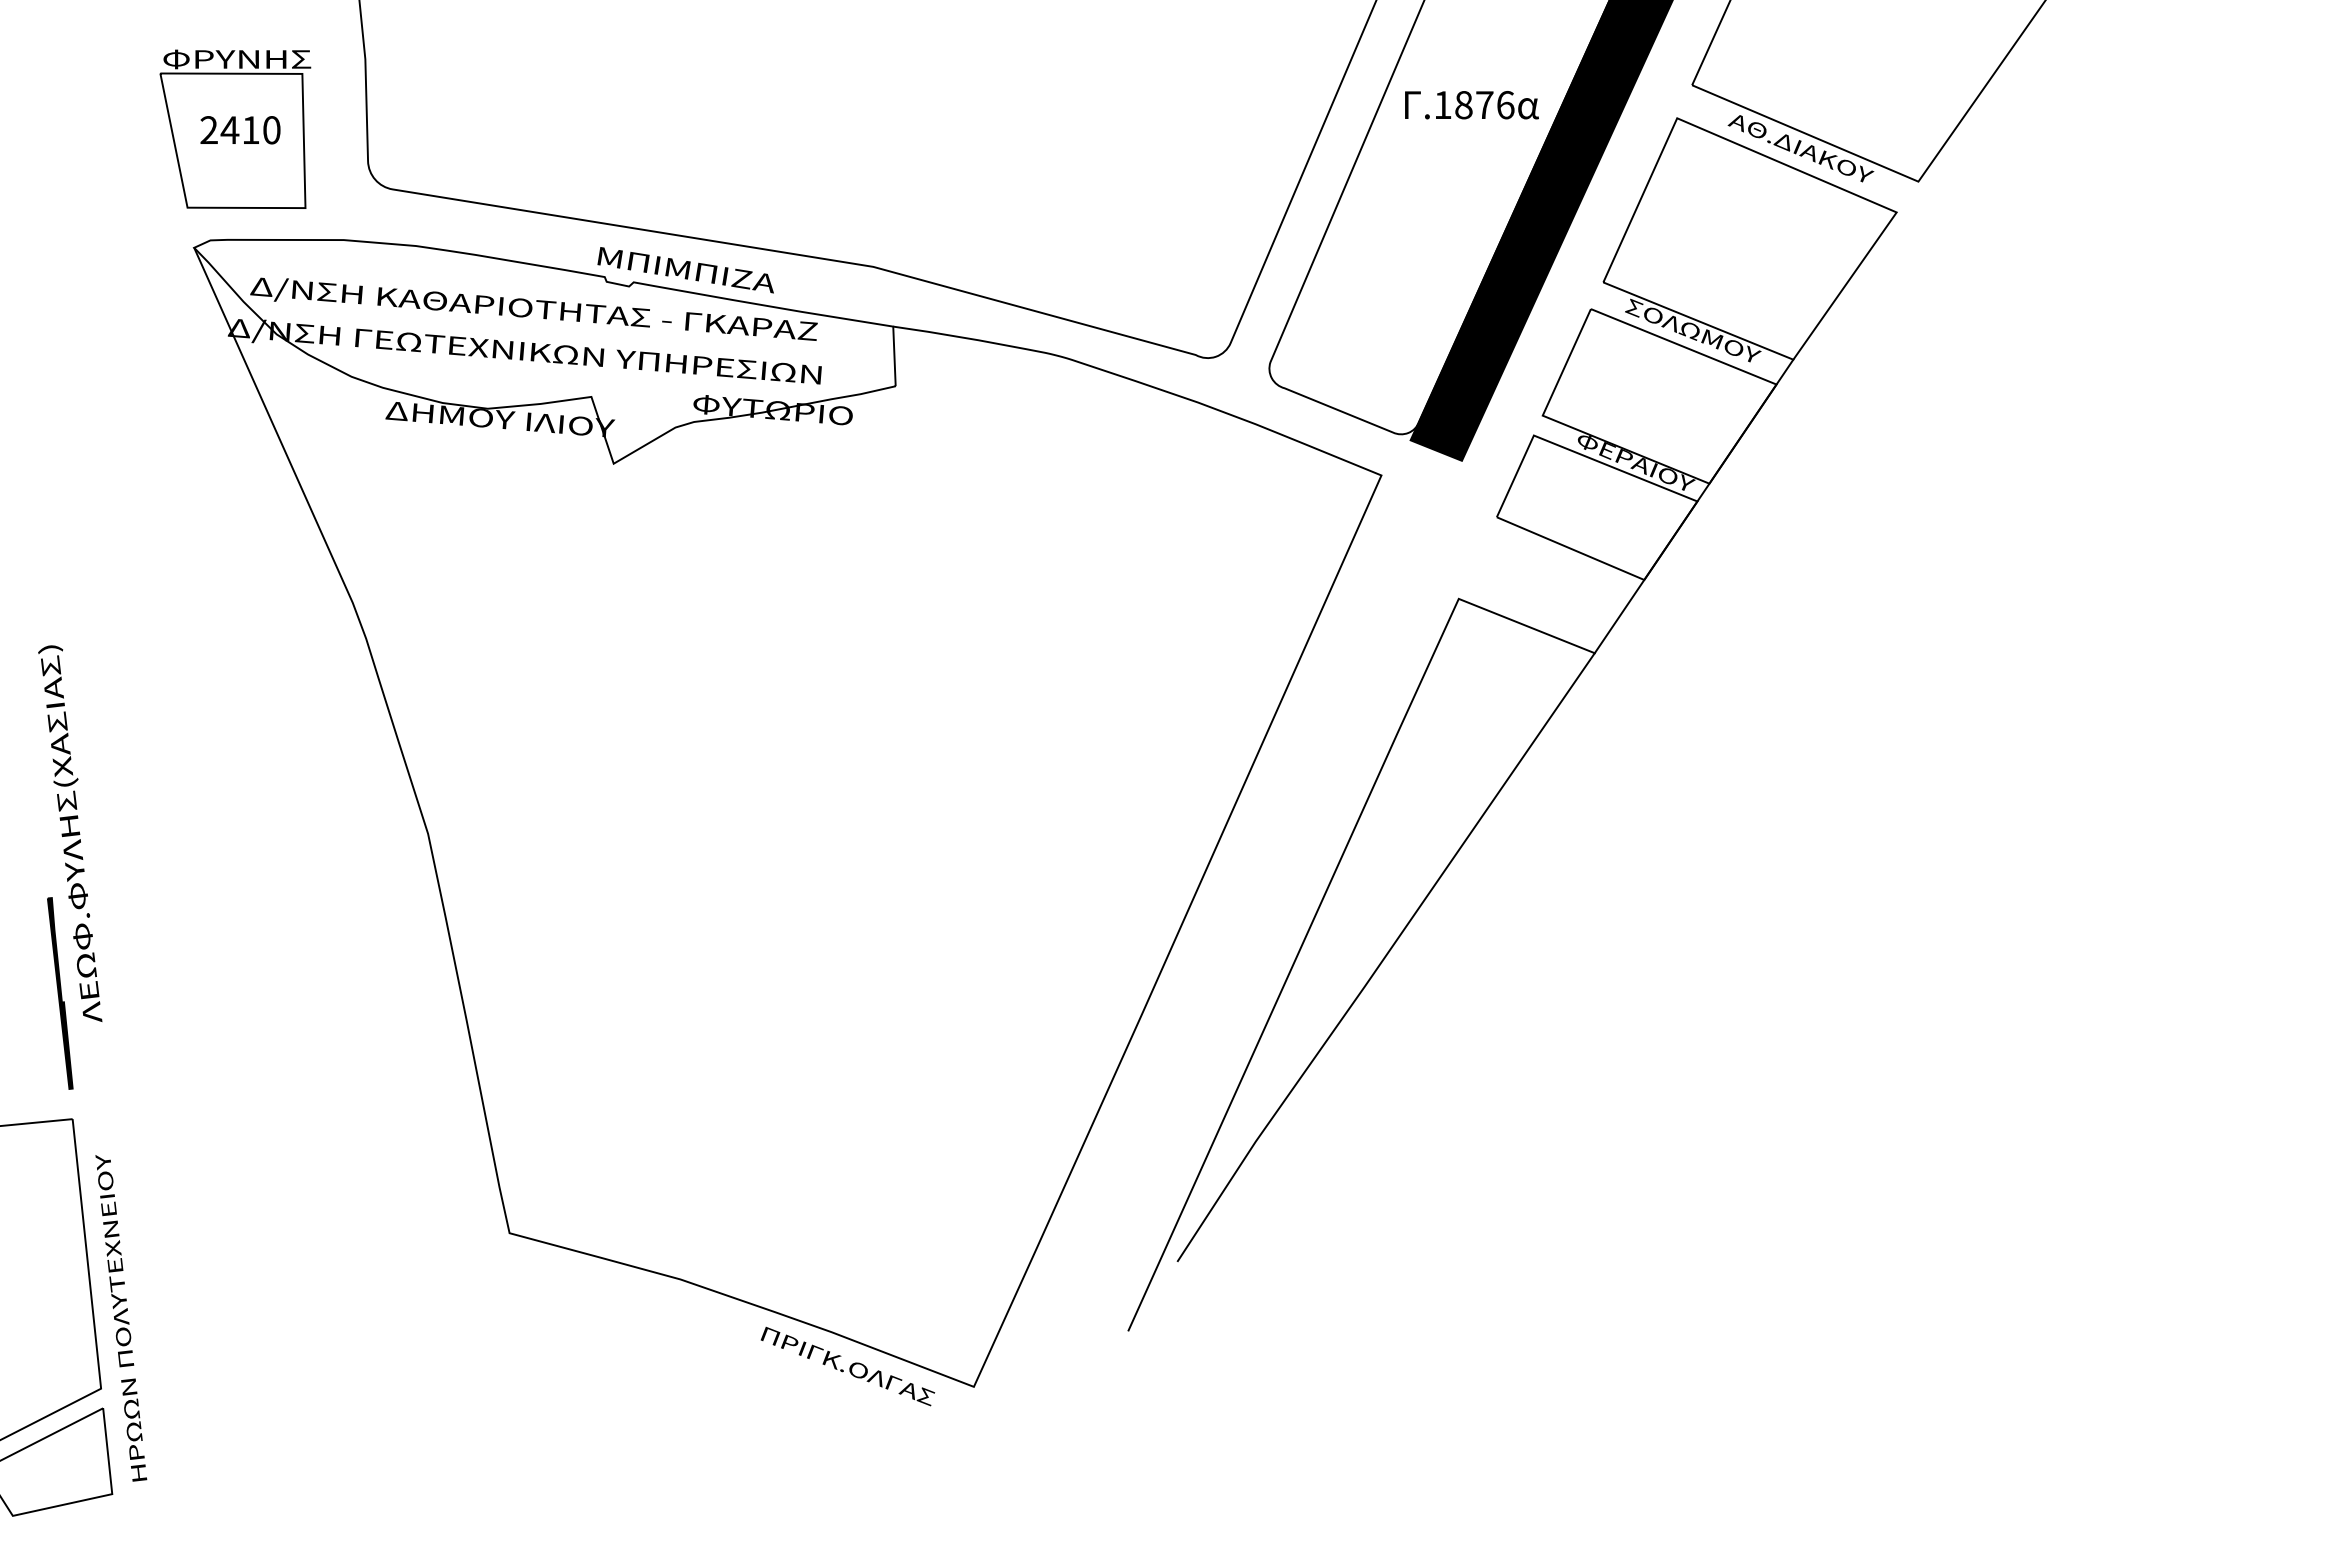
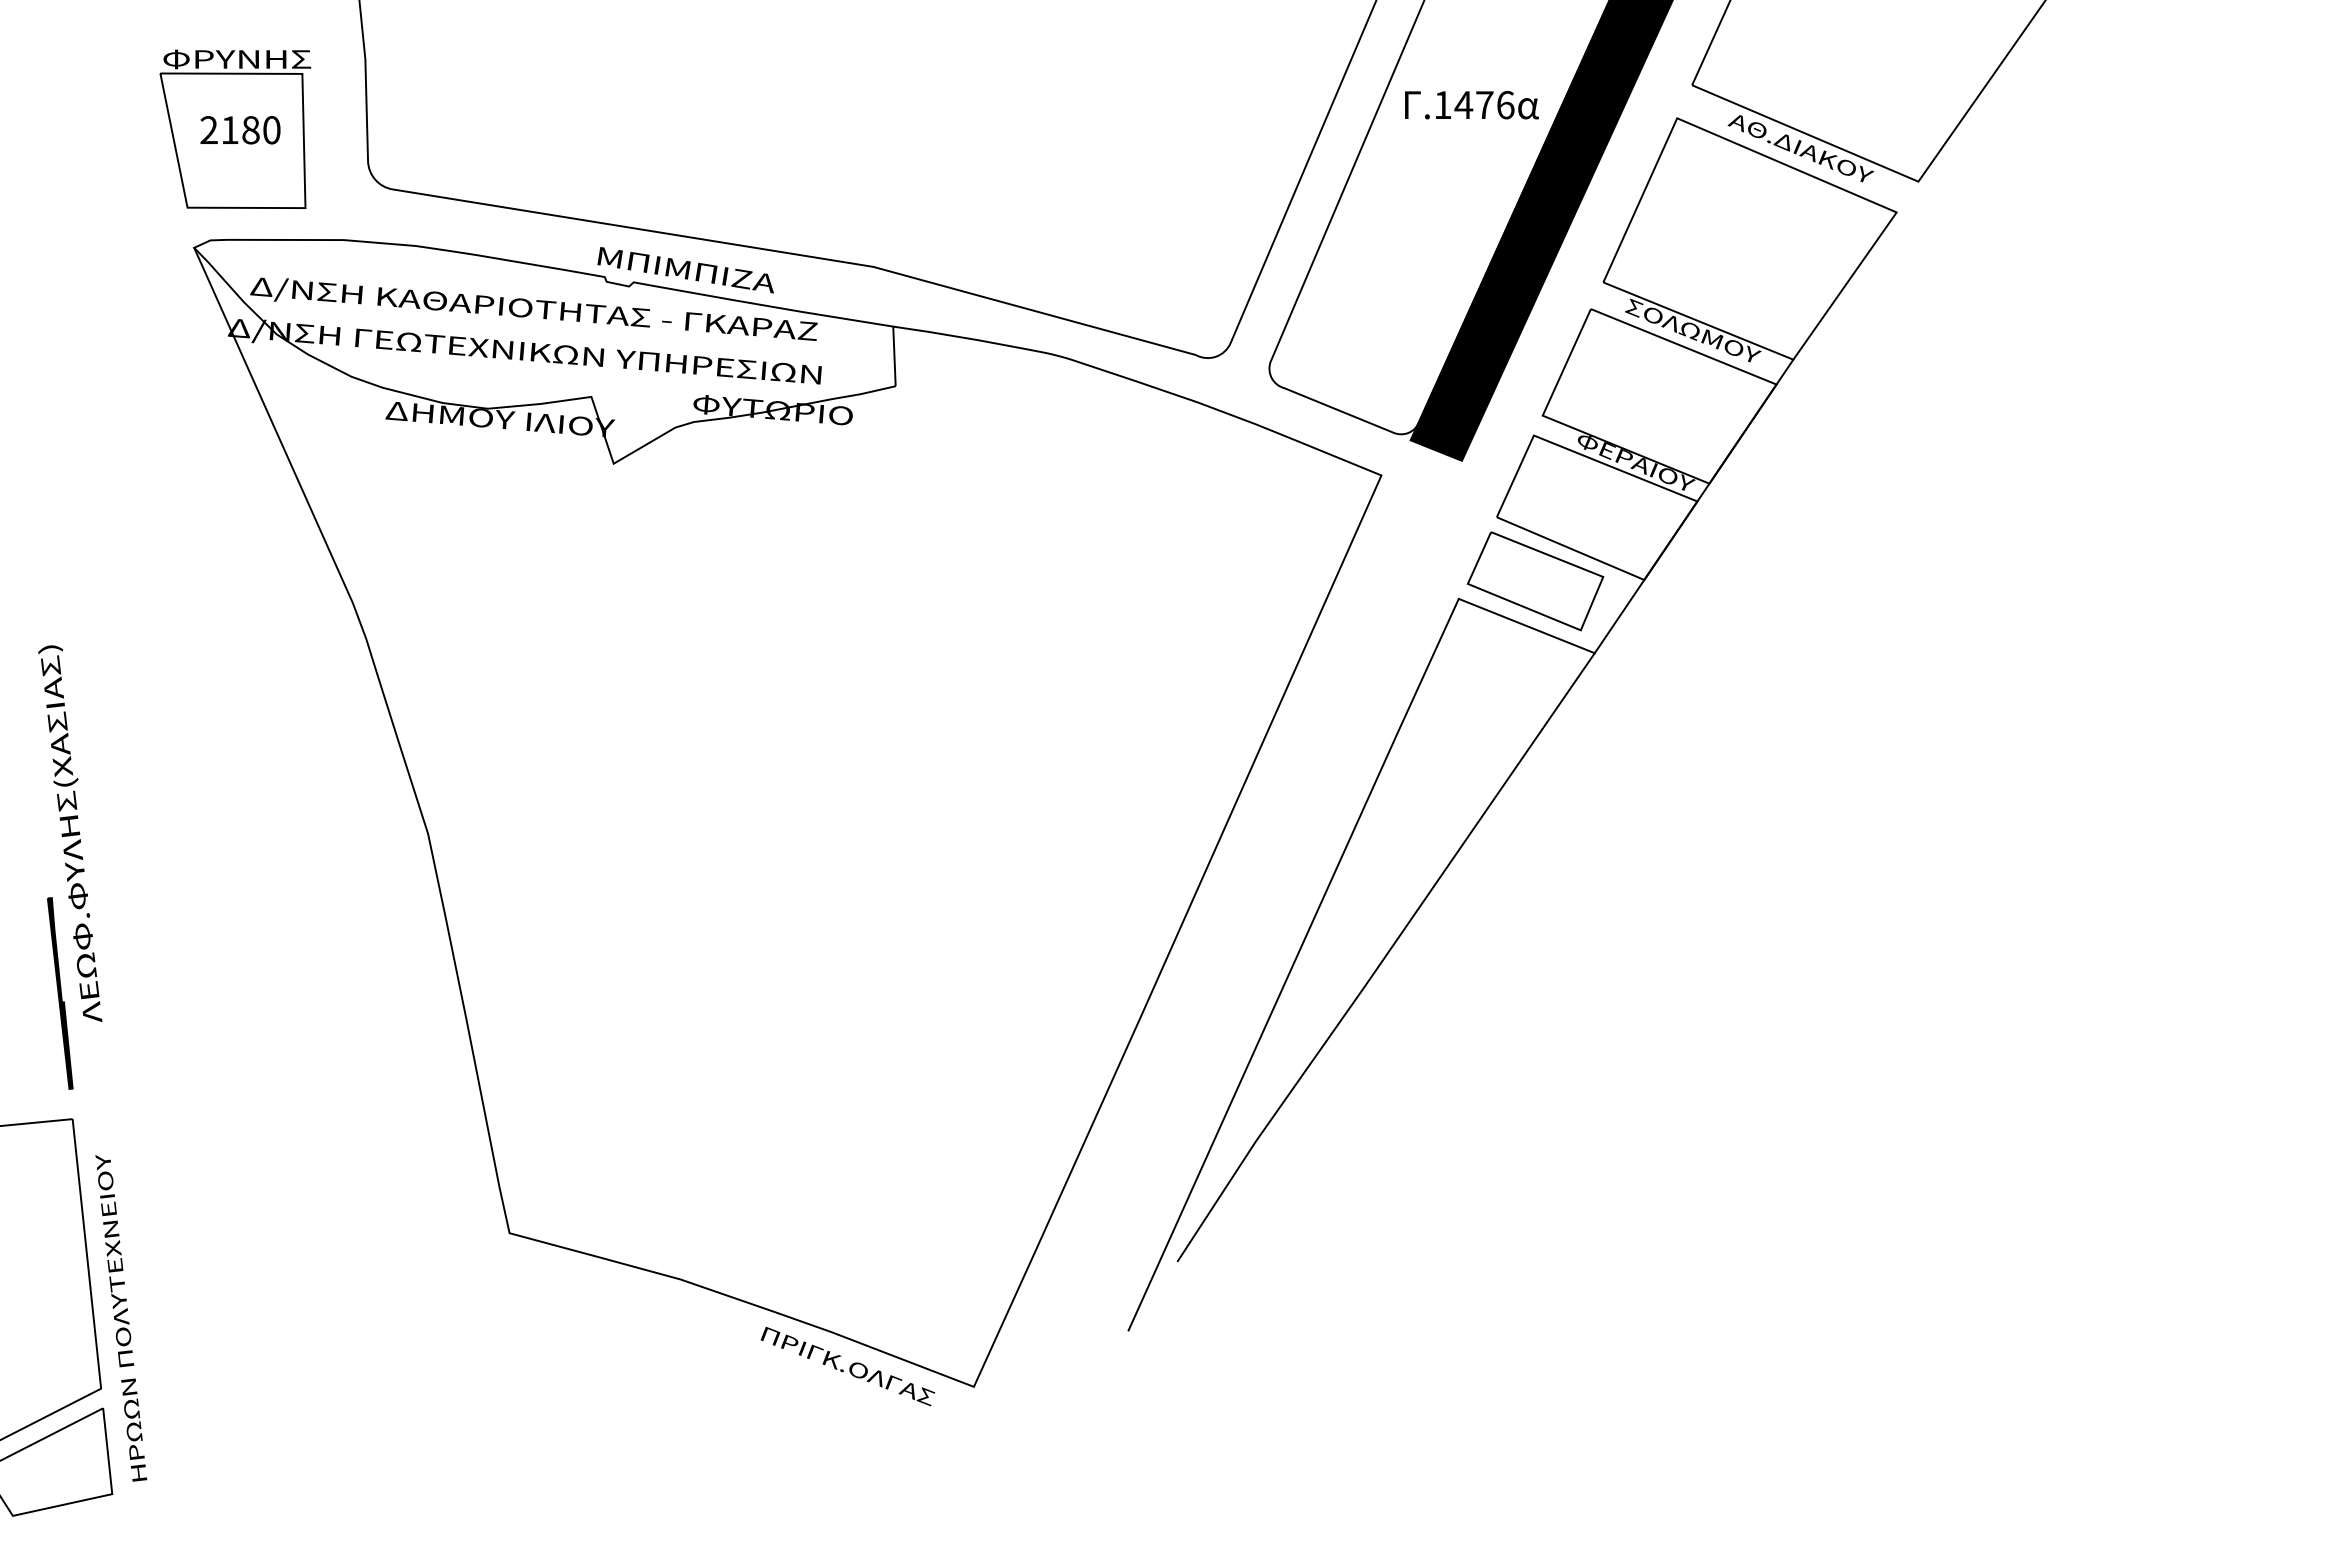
text at (1463, 105): .1876 -> .1476
text at (239, 130): 2410 -> 2180
part at (1535, 581): none -> present
